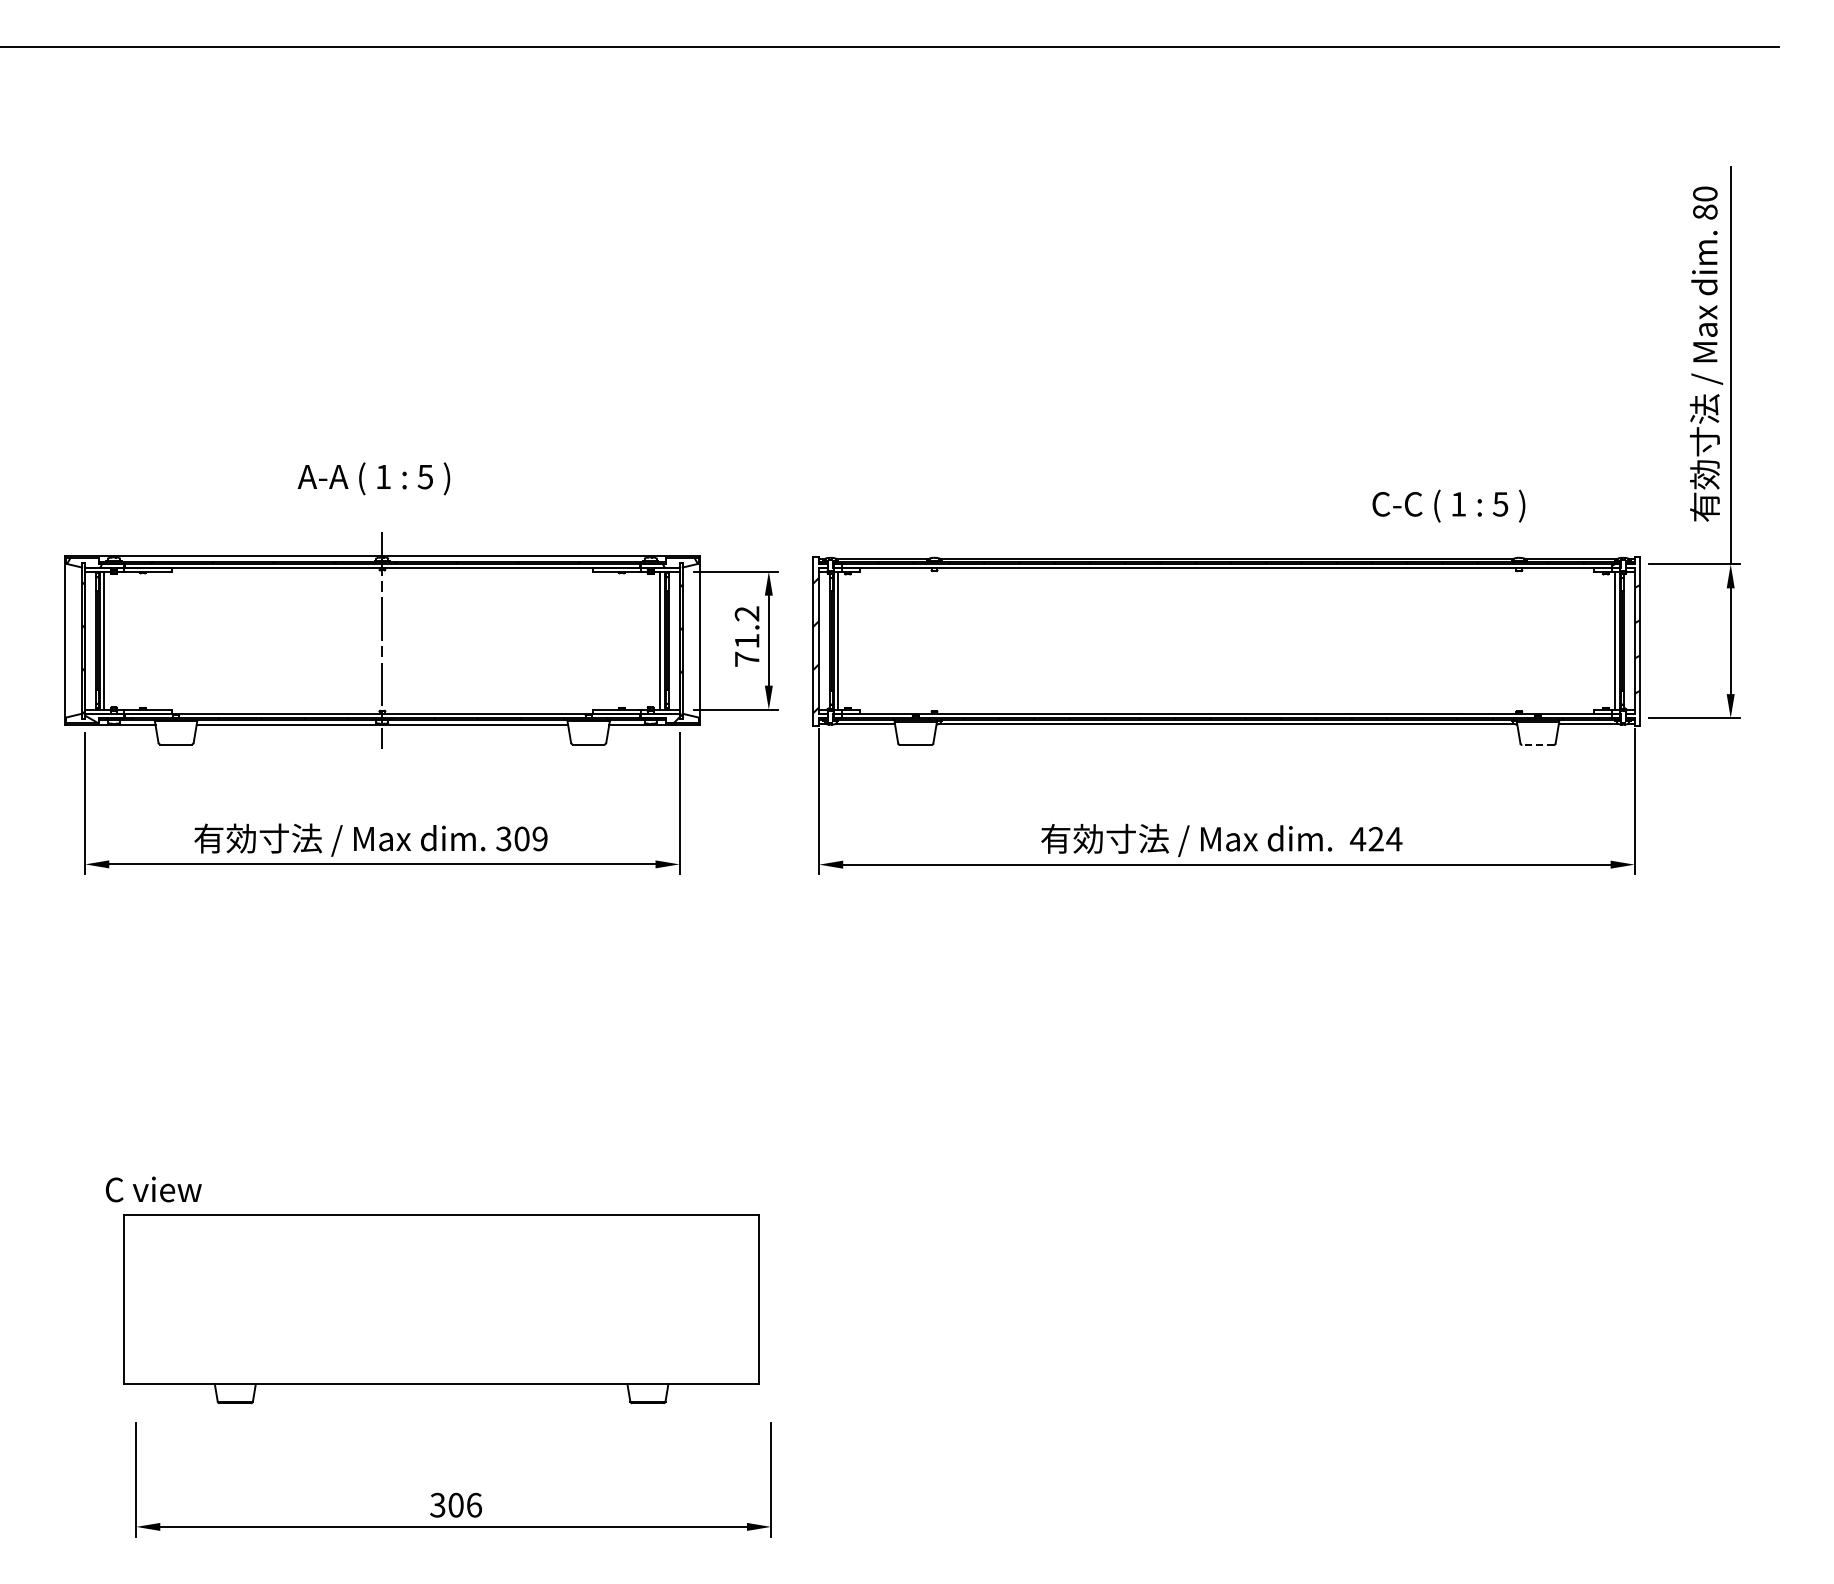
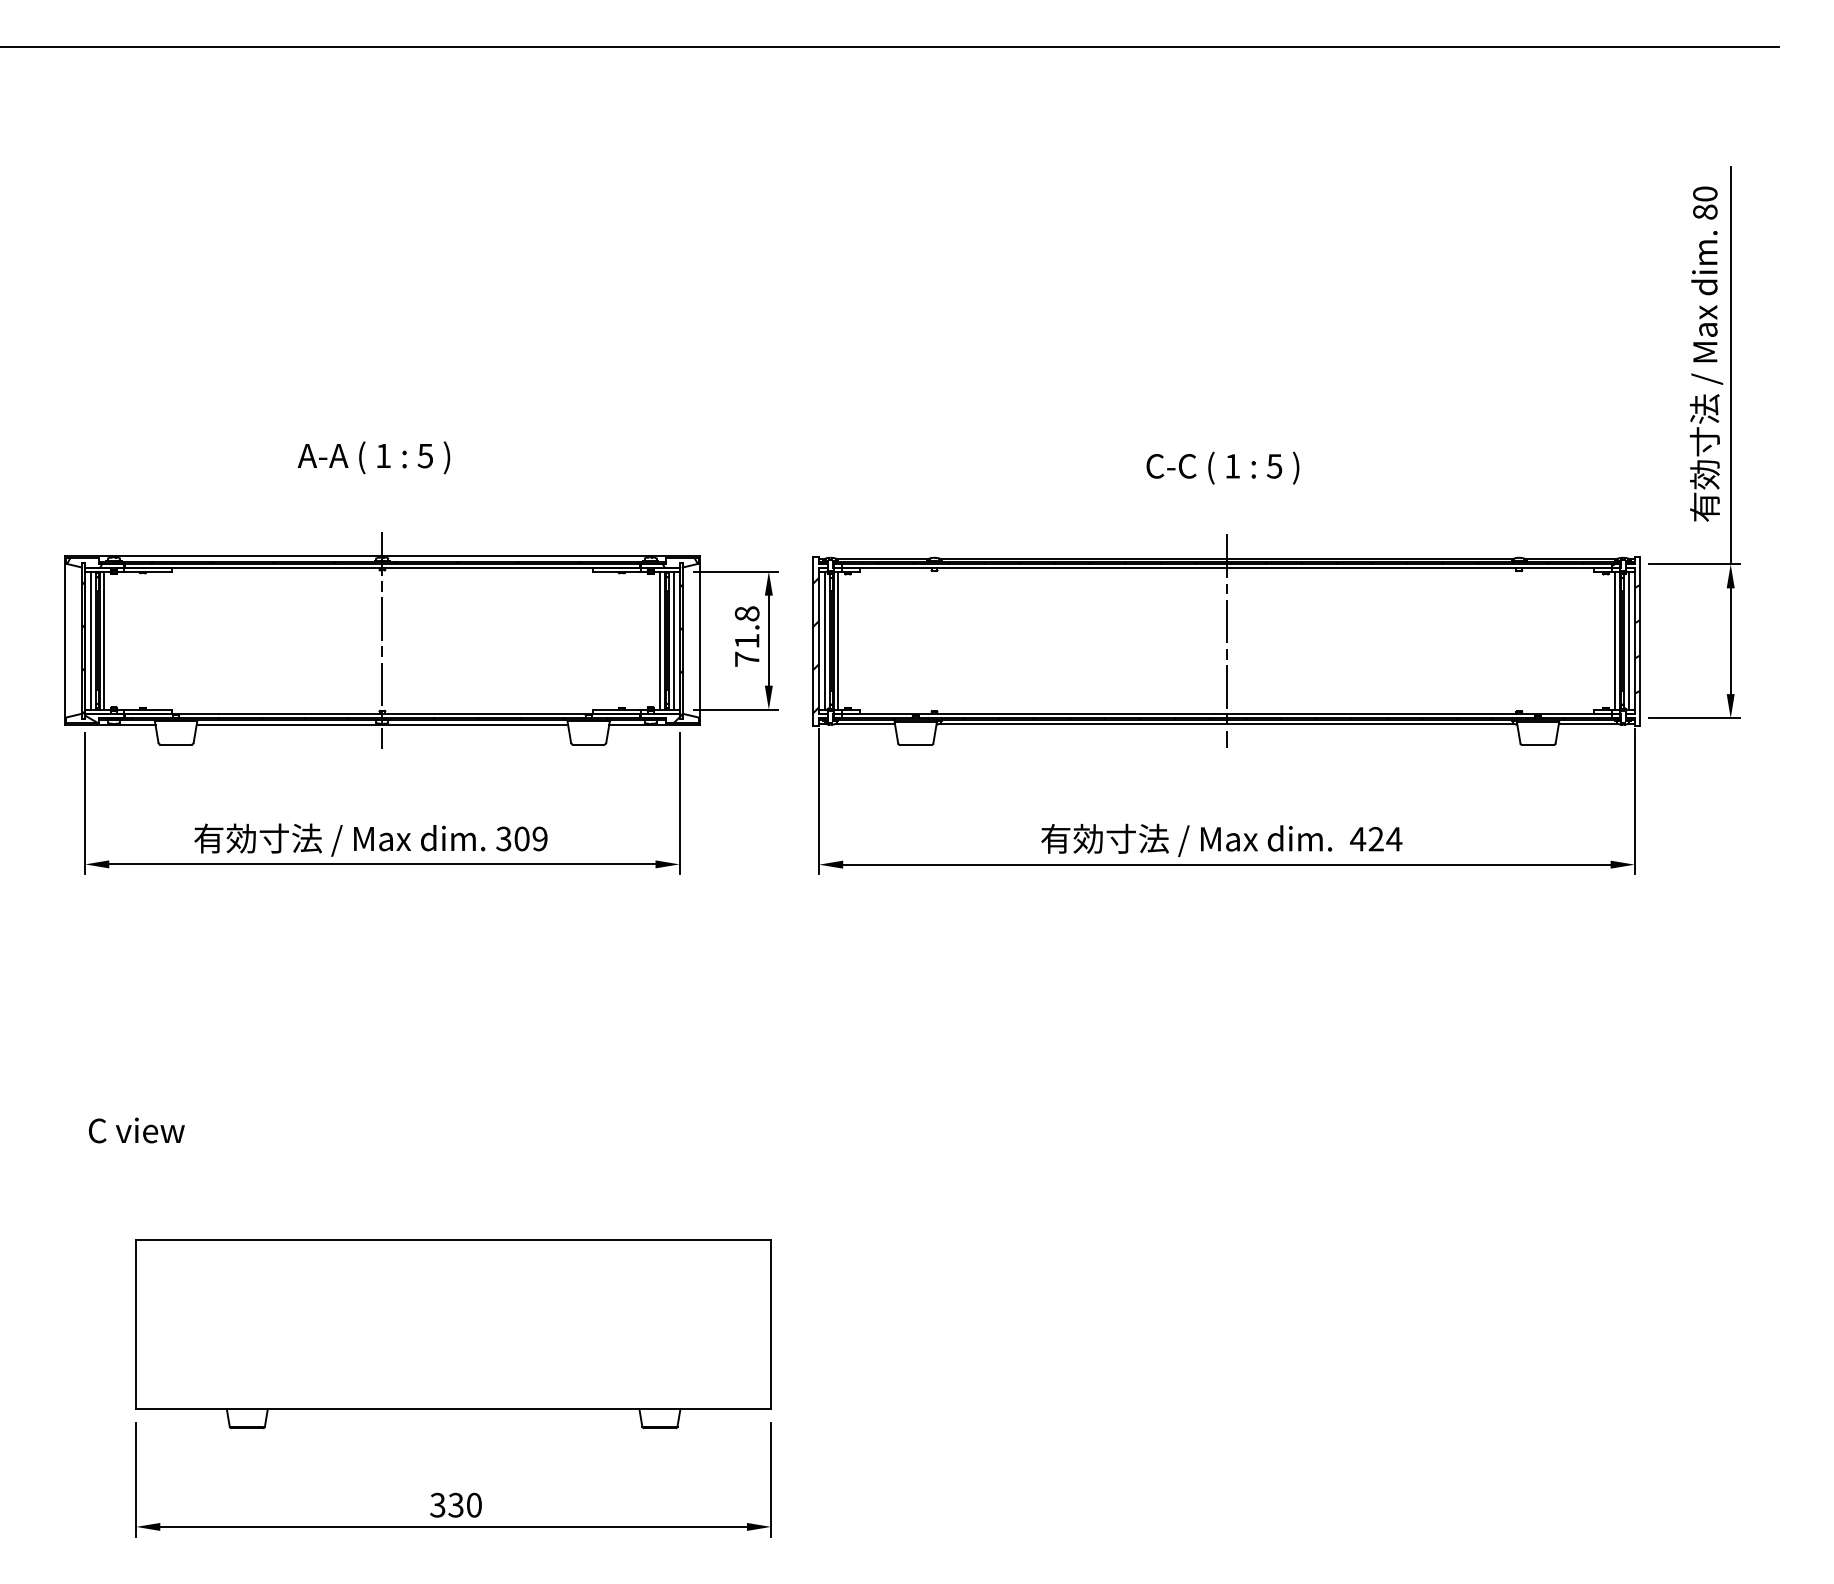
text at (373, 478) position: (373, 478) -> (373, 457)
text at (1448, 505) position: (1448, 505) -> (1222, 467)
text at (746, 613): 71.2 -> 71.8
line at (90, 640): none -> present
line at (673, 640): none -> present
line at (1226, 640): none -> present
line at (824, 641): none -> present
line at (1628, 641): none -> present
line at (1538, 745): dashed -> solid
text at (153, 1189) position: (153, 1189) -> (136, 1130)
part at (441, 1309) position: (441, 1309) -> (453, 1334)
text at (465, 1504): 306 -> 330
